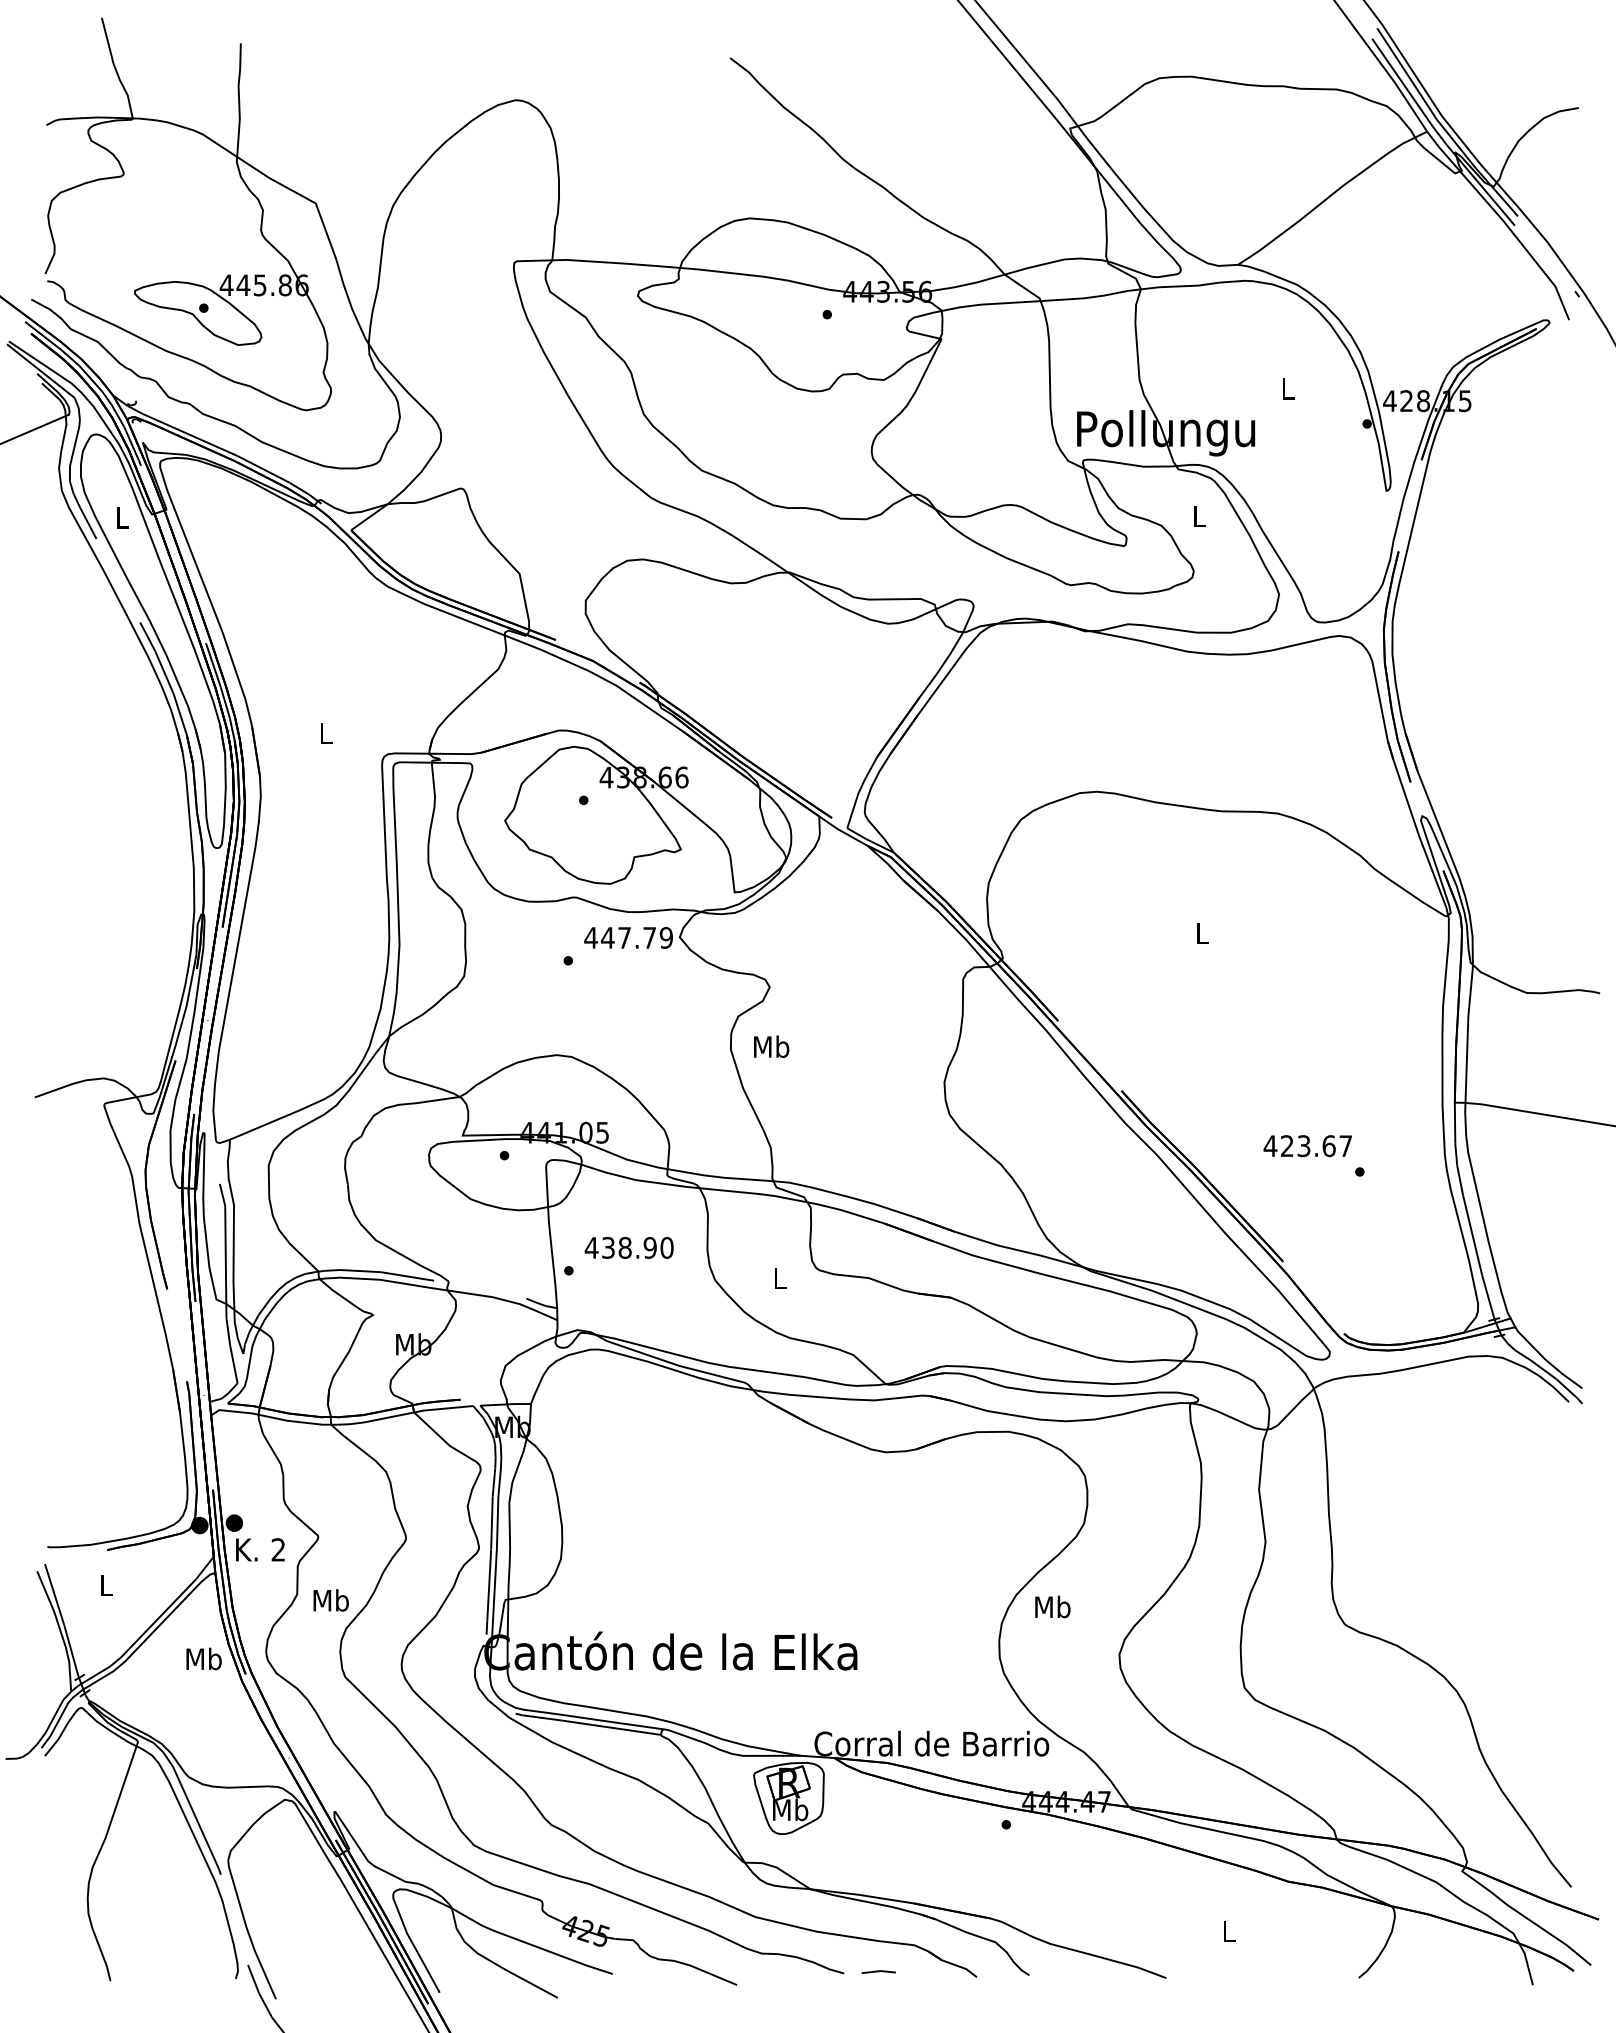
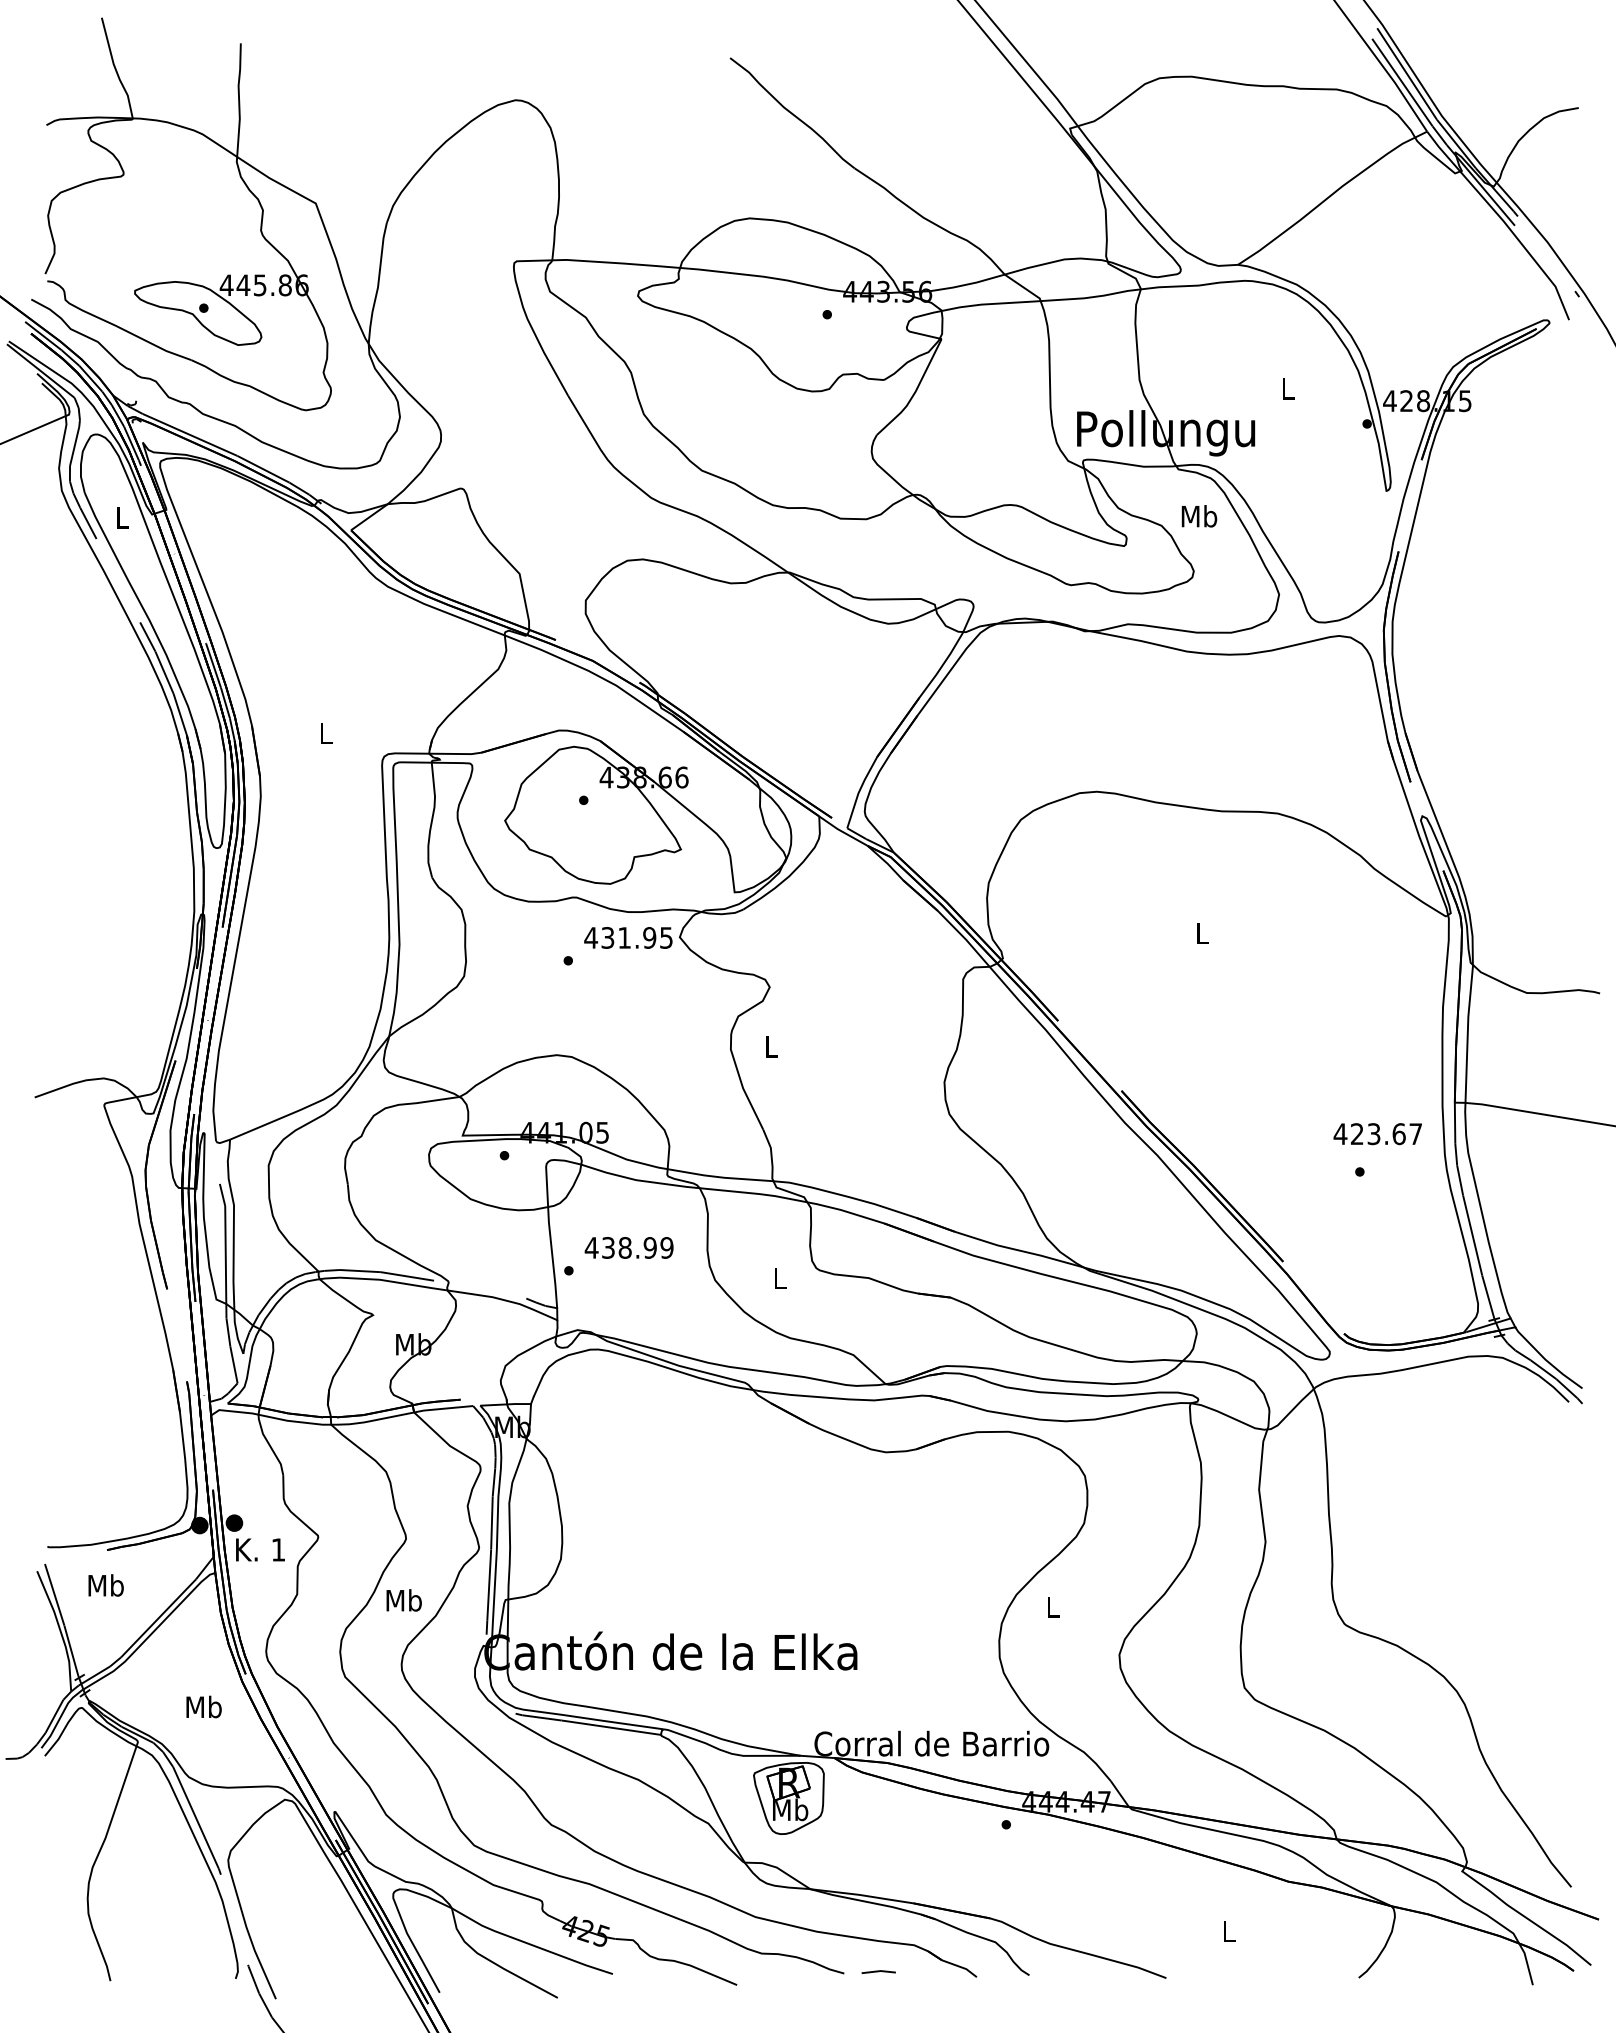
text at (1199, 516): L -> Mb
text at (636, 937): 447.79 -> 431.95
text at (771, 1046): Mb -> L
text at (1307, 1146) position: (1307, 1146) -> (1377, 1134)
text at (666, 1247): 438.90 -> 438.99
text at (277, 1549): 2 -> 1
text at (105, 1585): L -> Mb
text at (330, 1600) position: (330, 1600) -> (403, 1600)
text at (1052, 1606): Mb -> L
text at (203, 1658) position: (203, 1658) -> (203, 1706)
